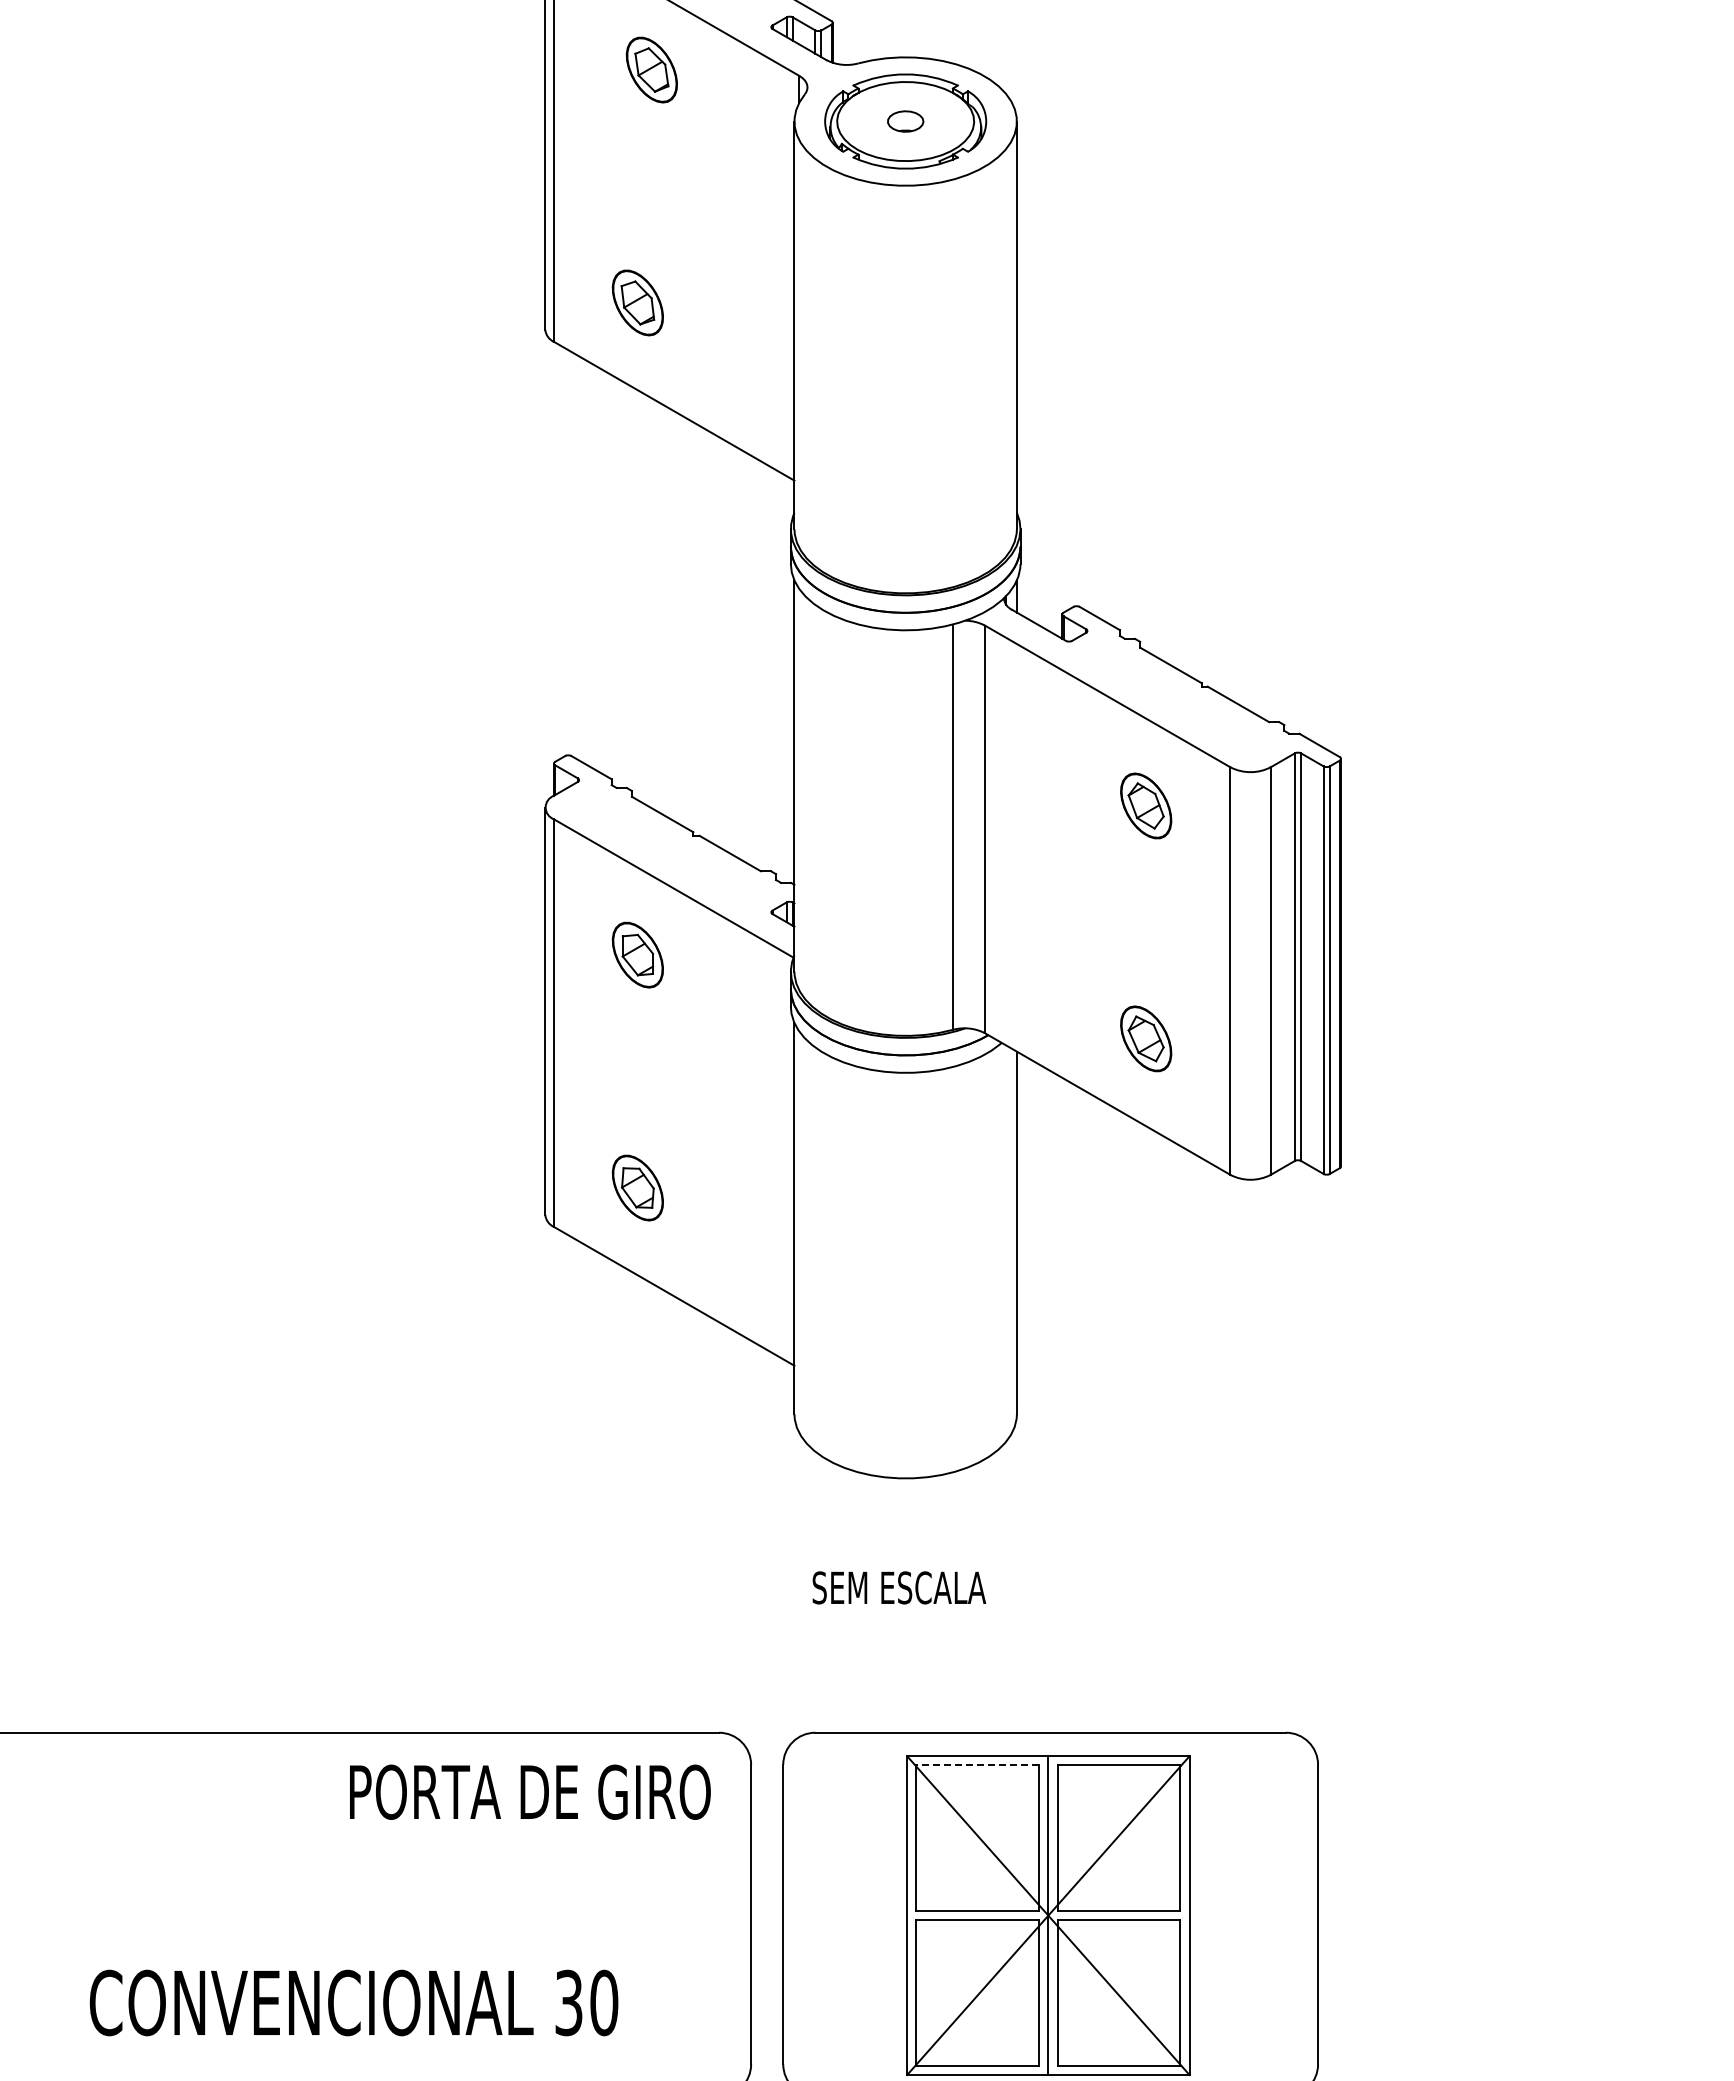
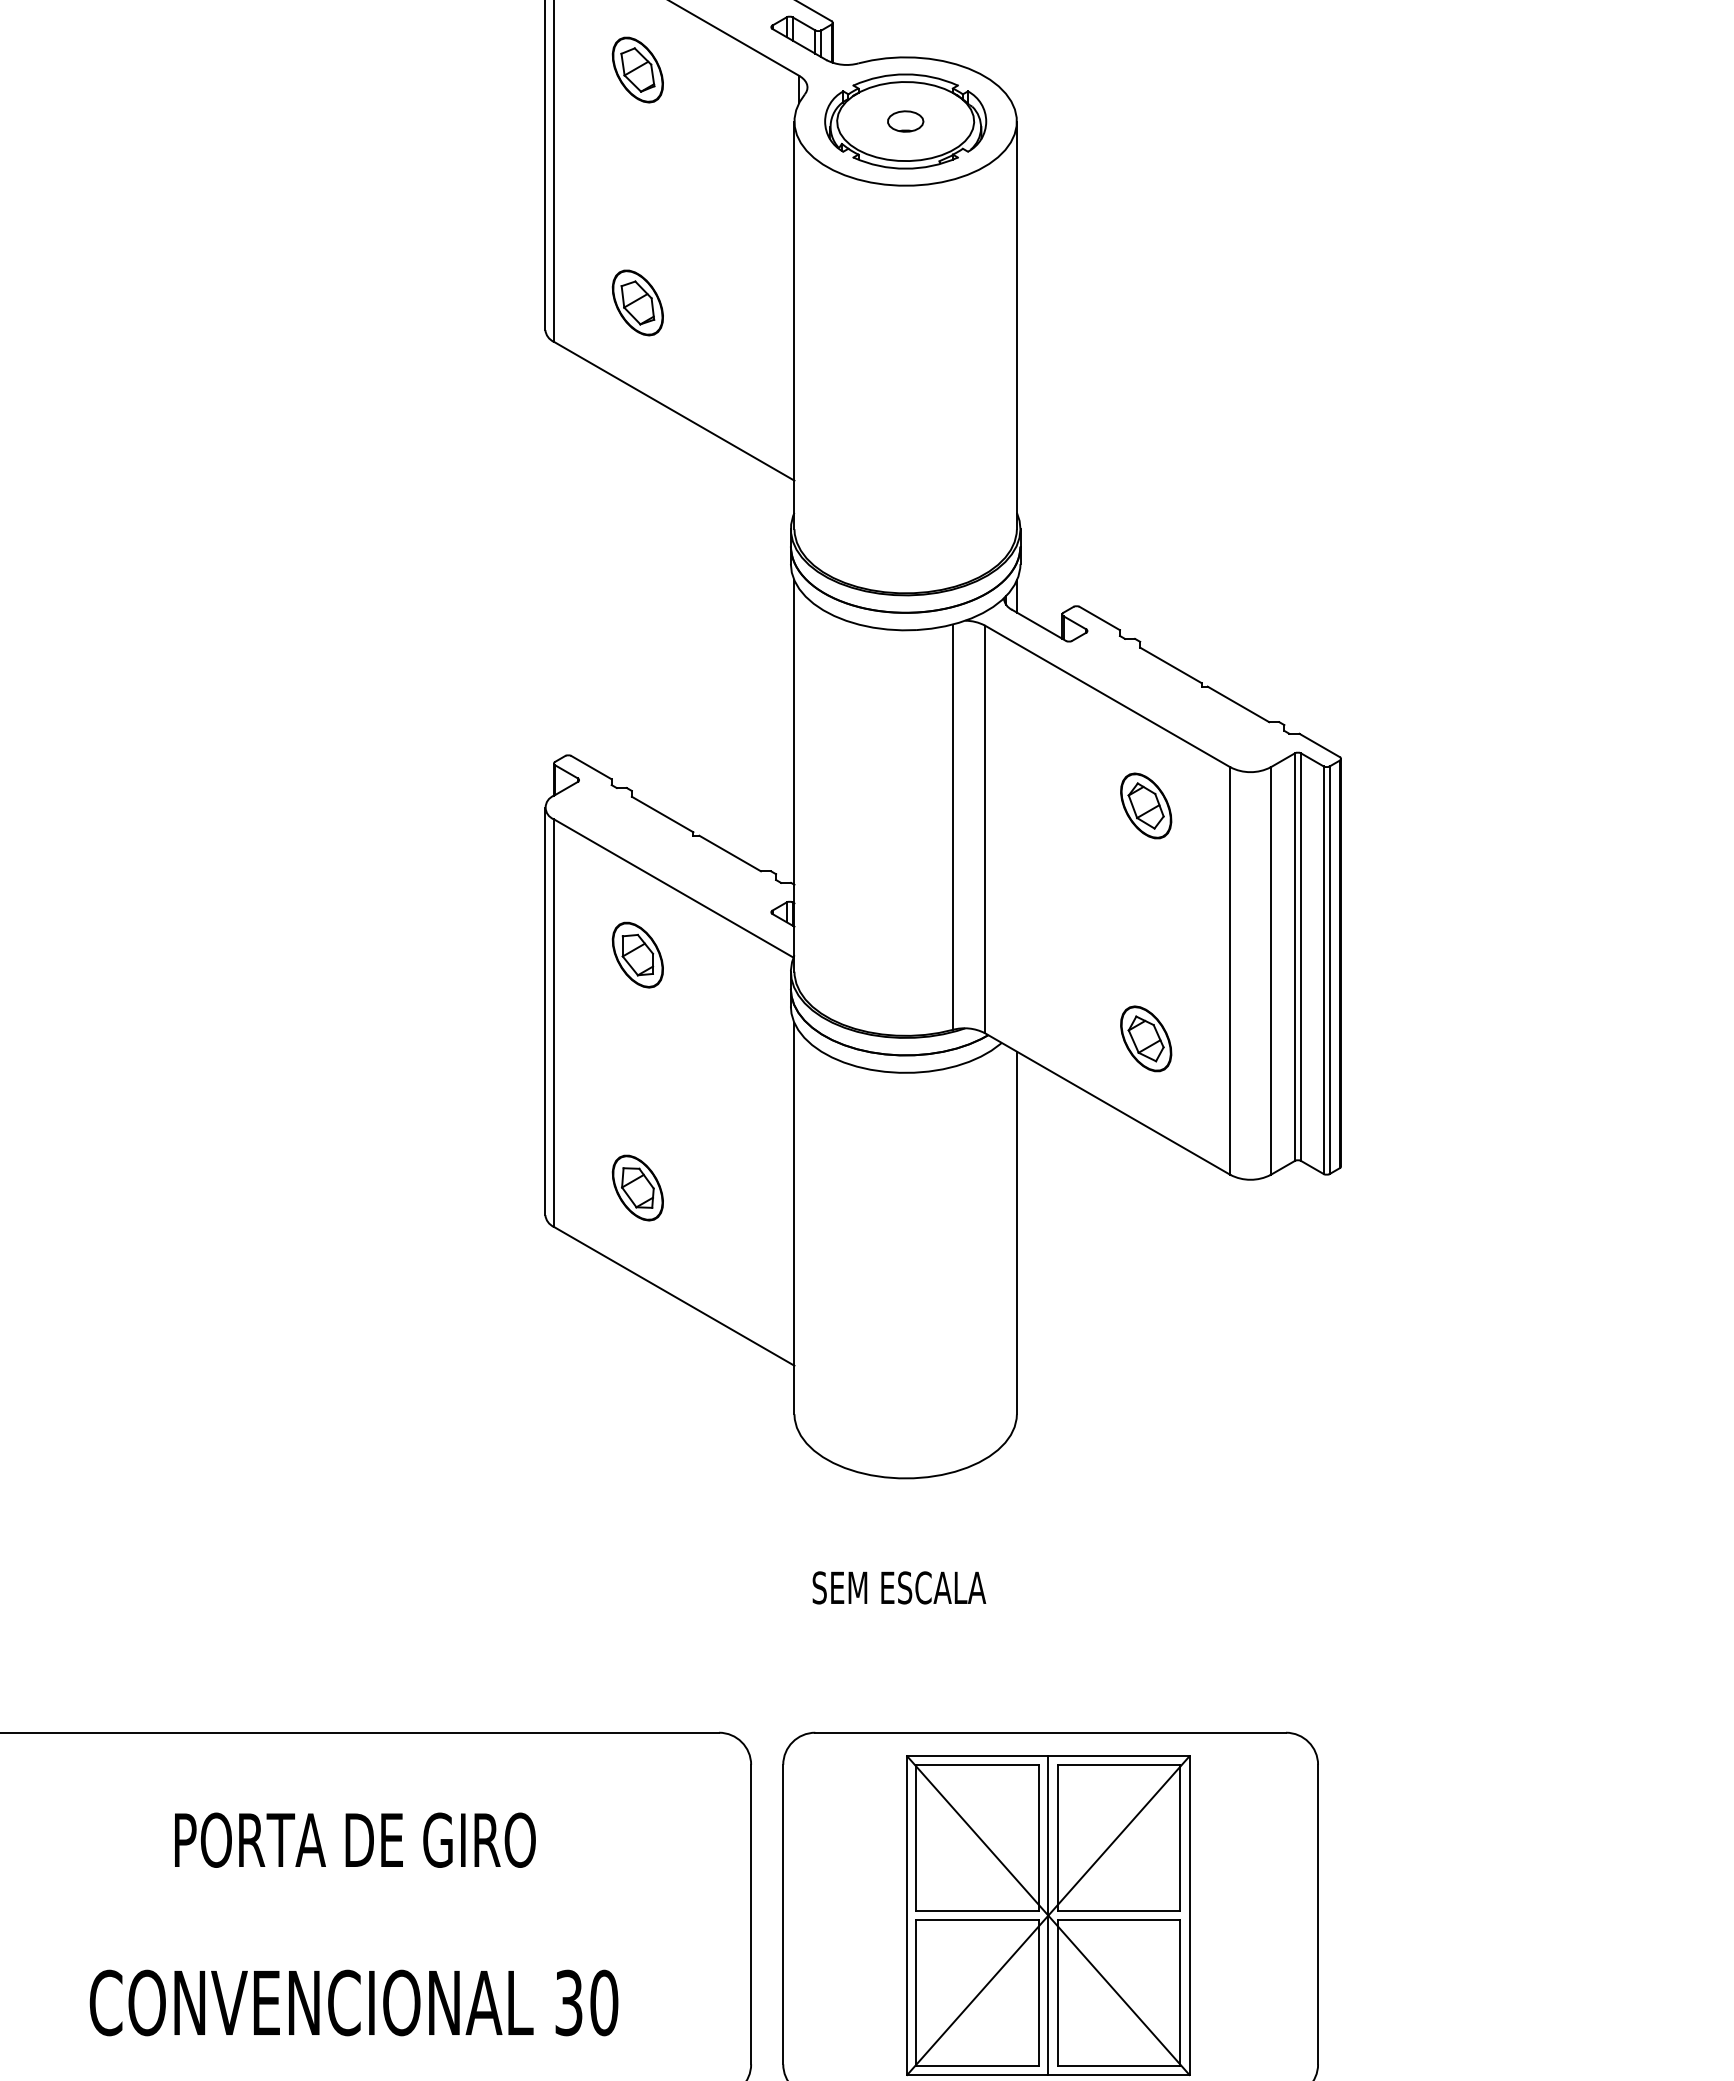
part at (651, 69) position: (651, 69) -> (637, 69)
line at (977, 1765): dashed -> solid
text at (530, 1791) position: (530, 1791) -> (355, 1839)
